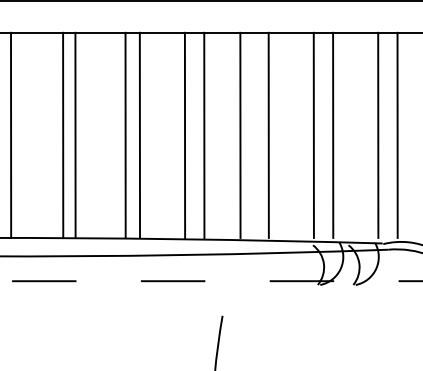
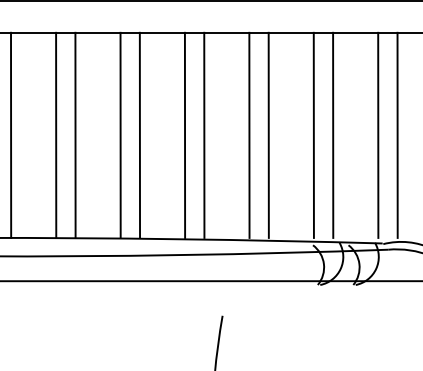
line at (63, 134) position: (63, 134) -> (56, 134)
line at (125, 134) position: (125, 134) -> (120, 134)
line at (240, 134) position: (240, 134) -> (249, 134)
line at (211, 281): dashed -> solid
